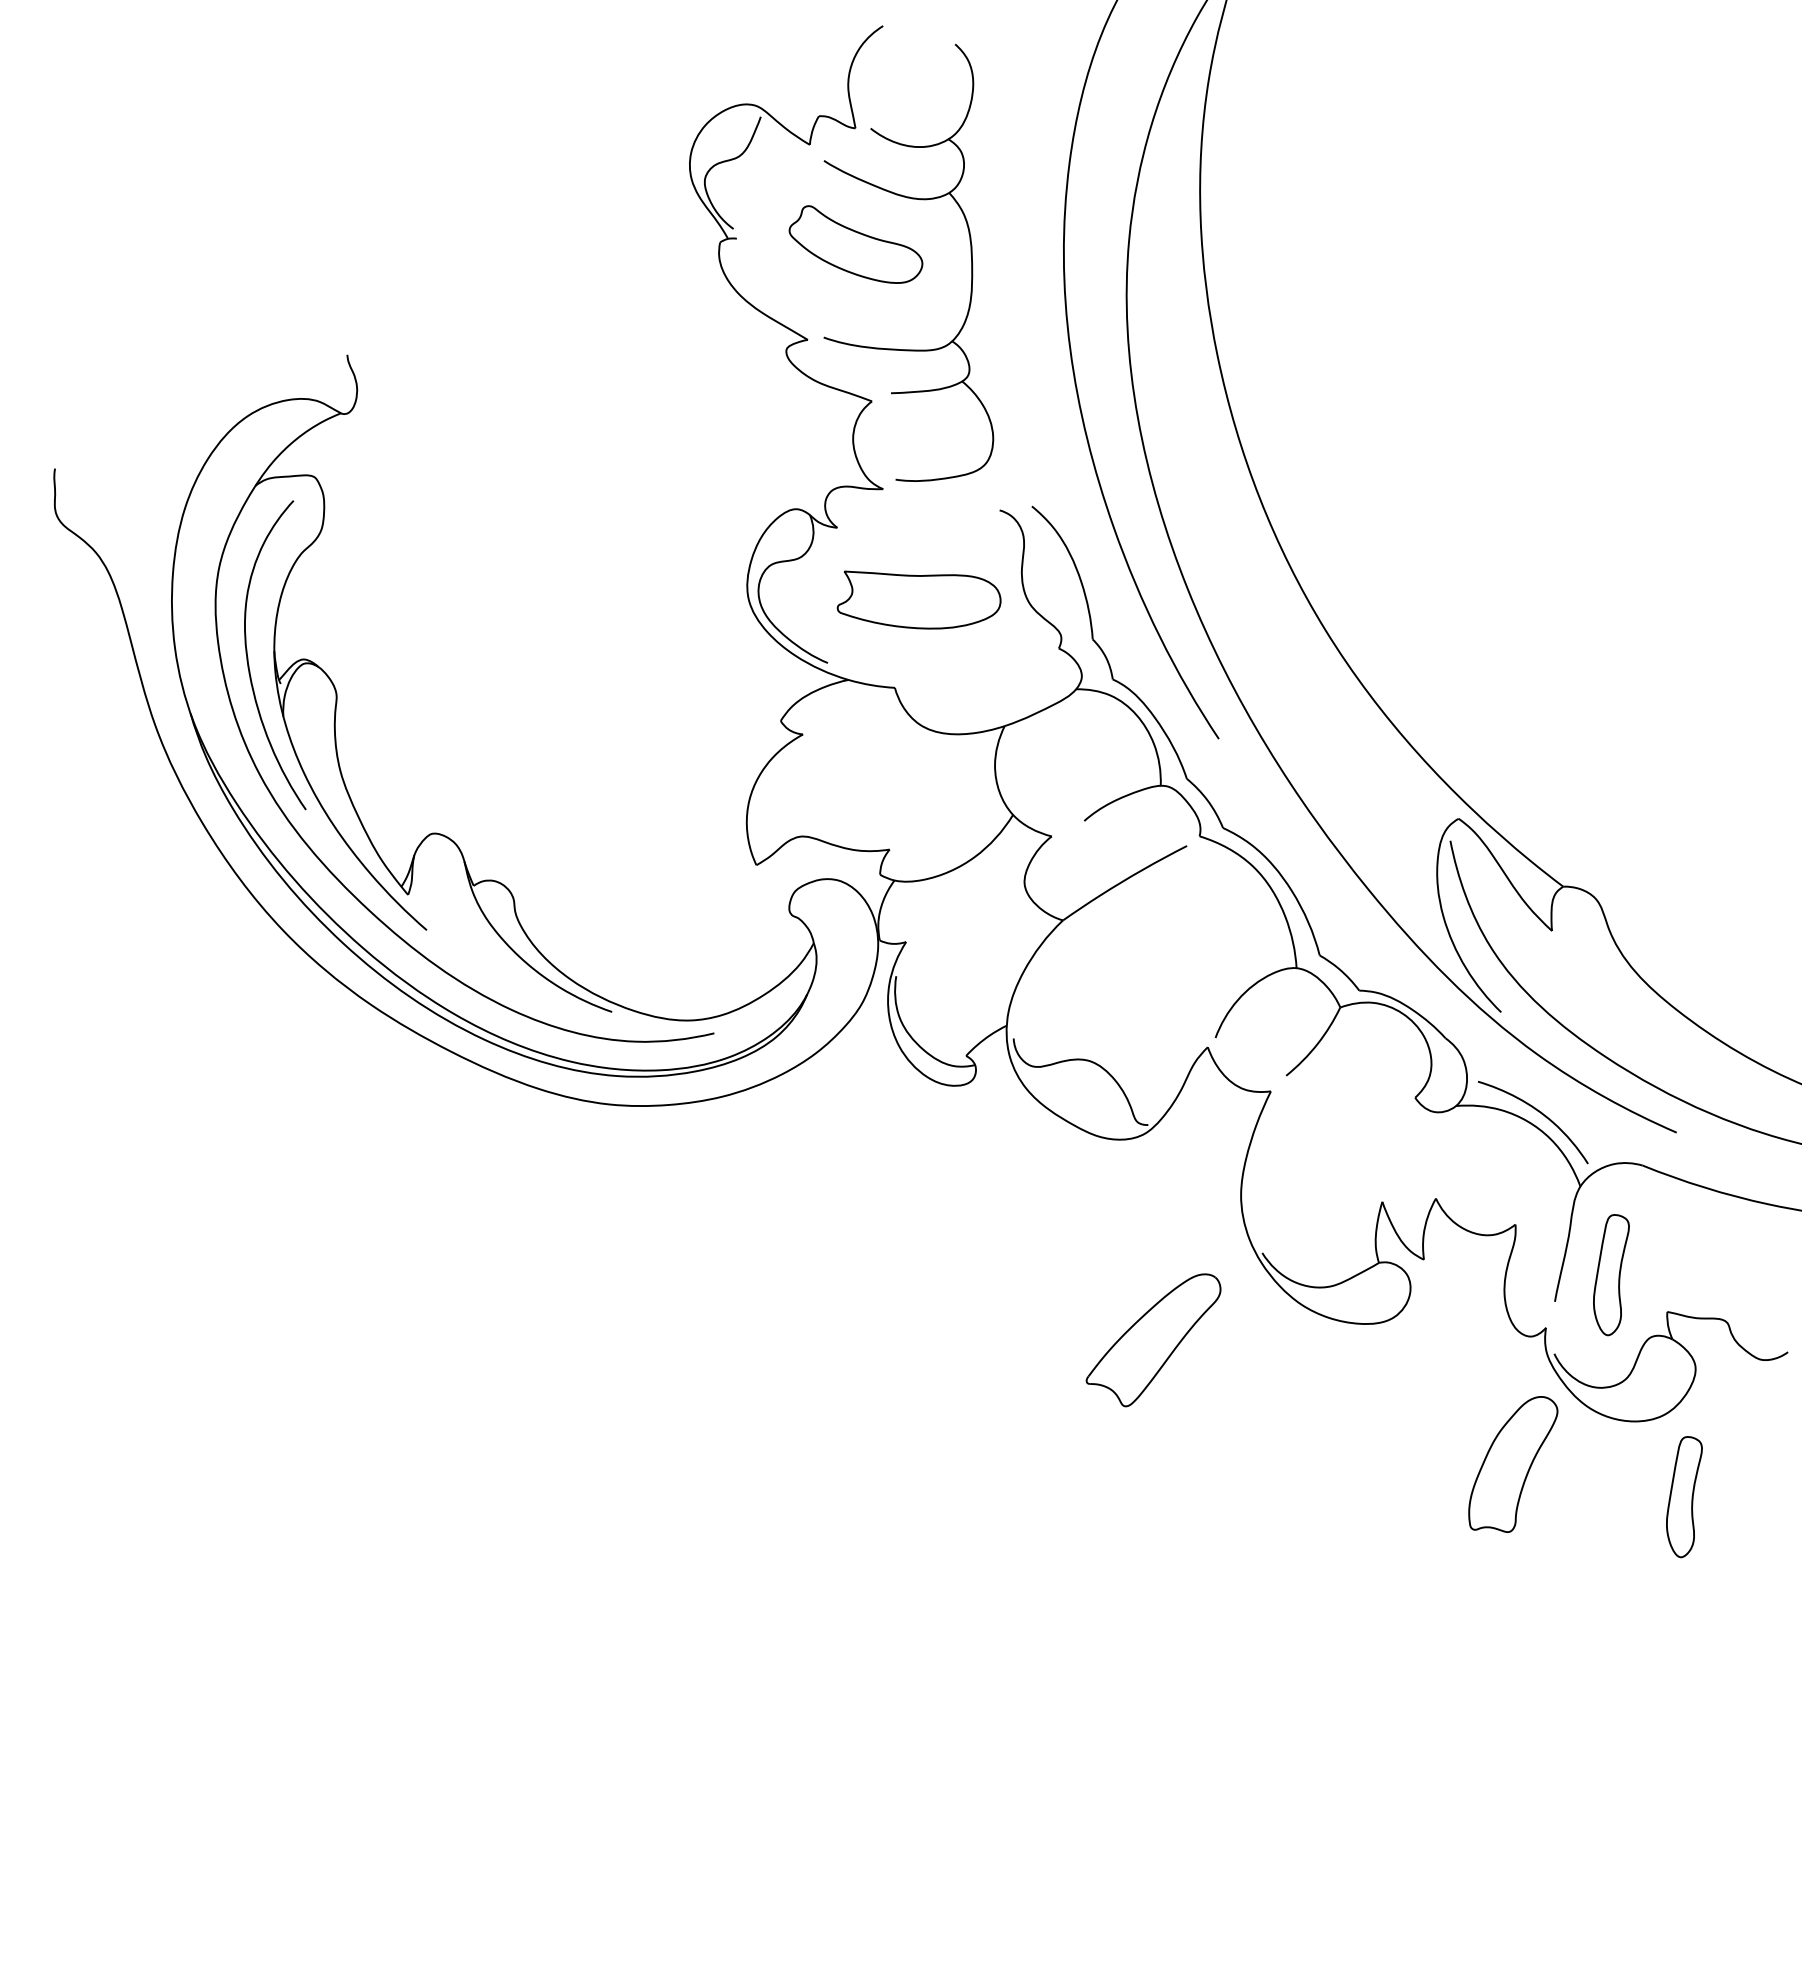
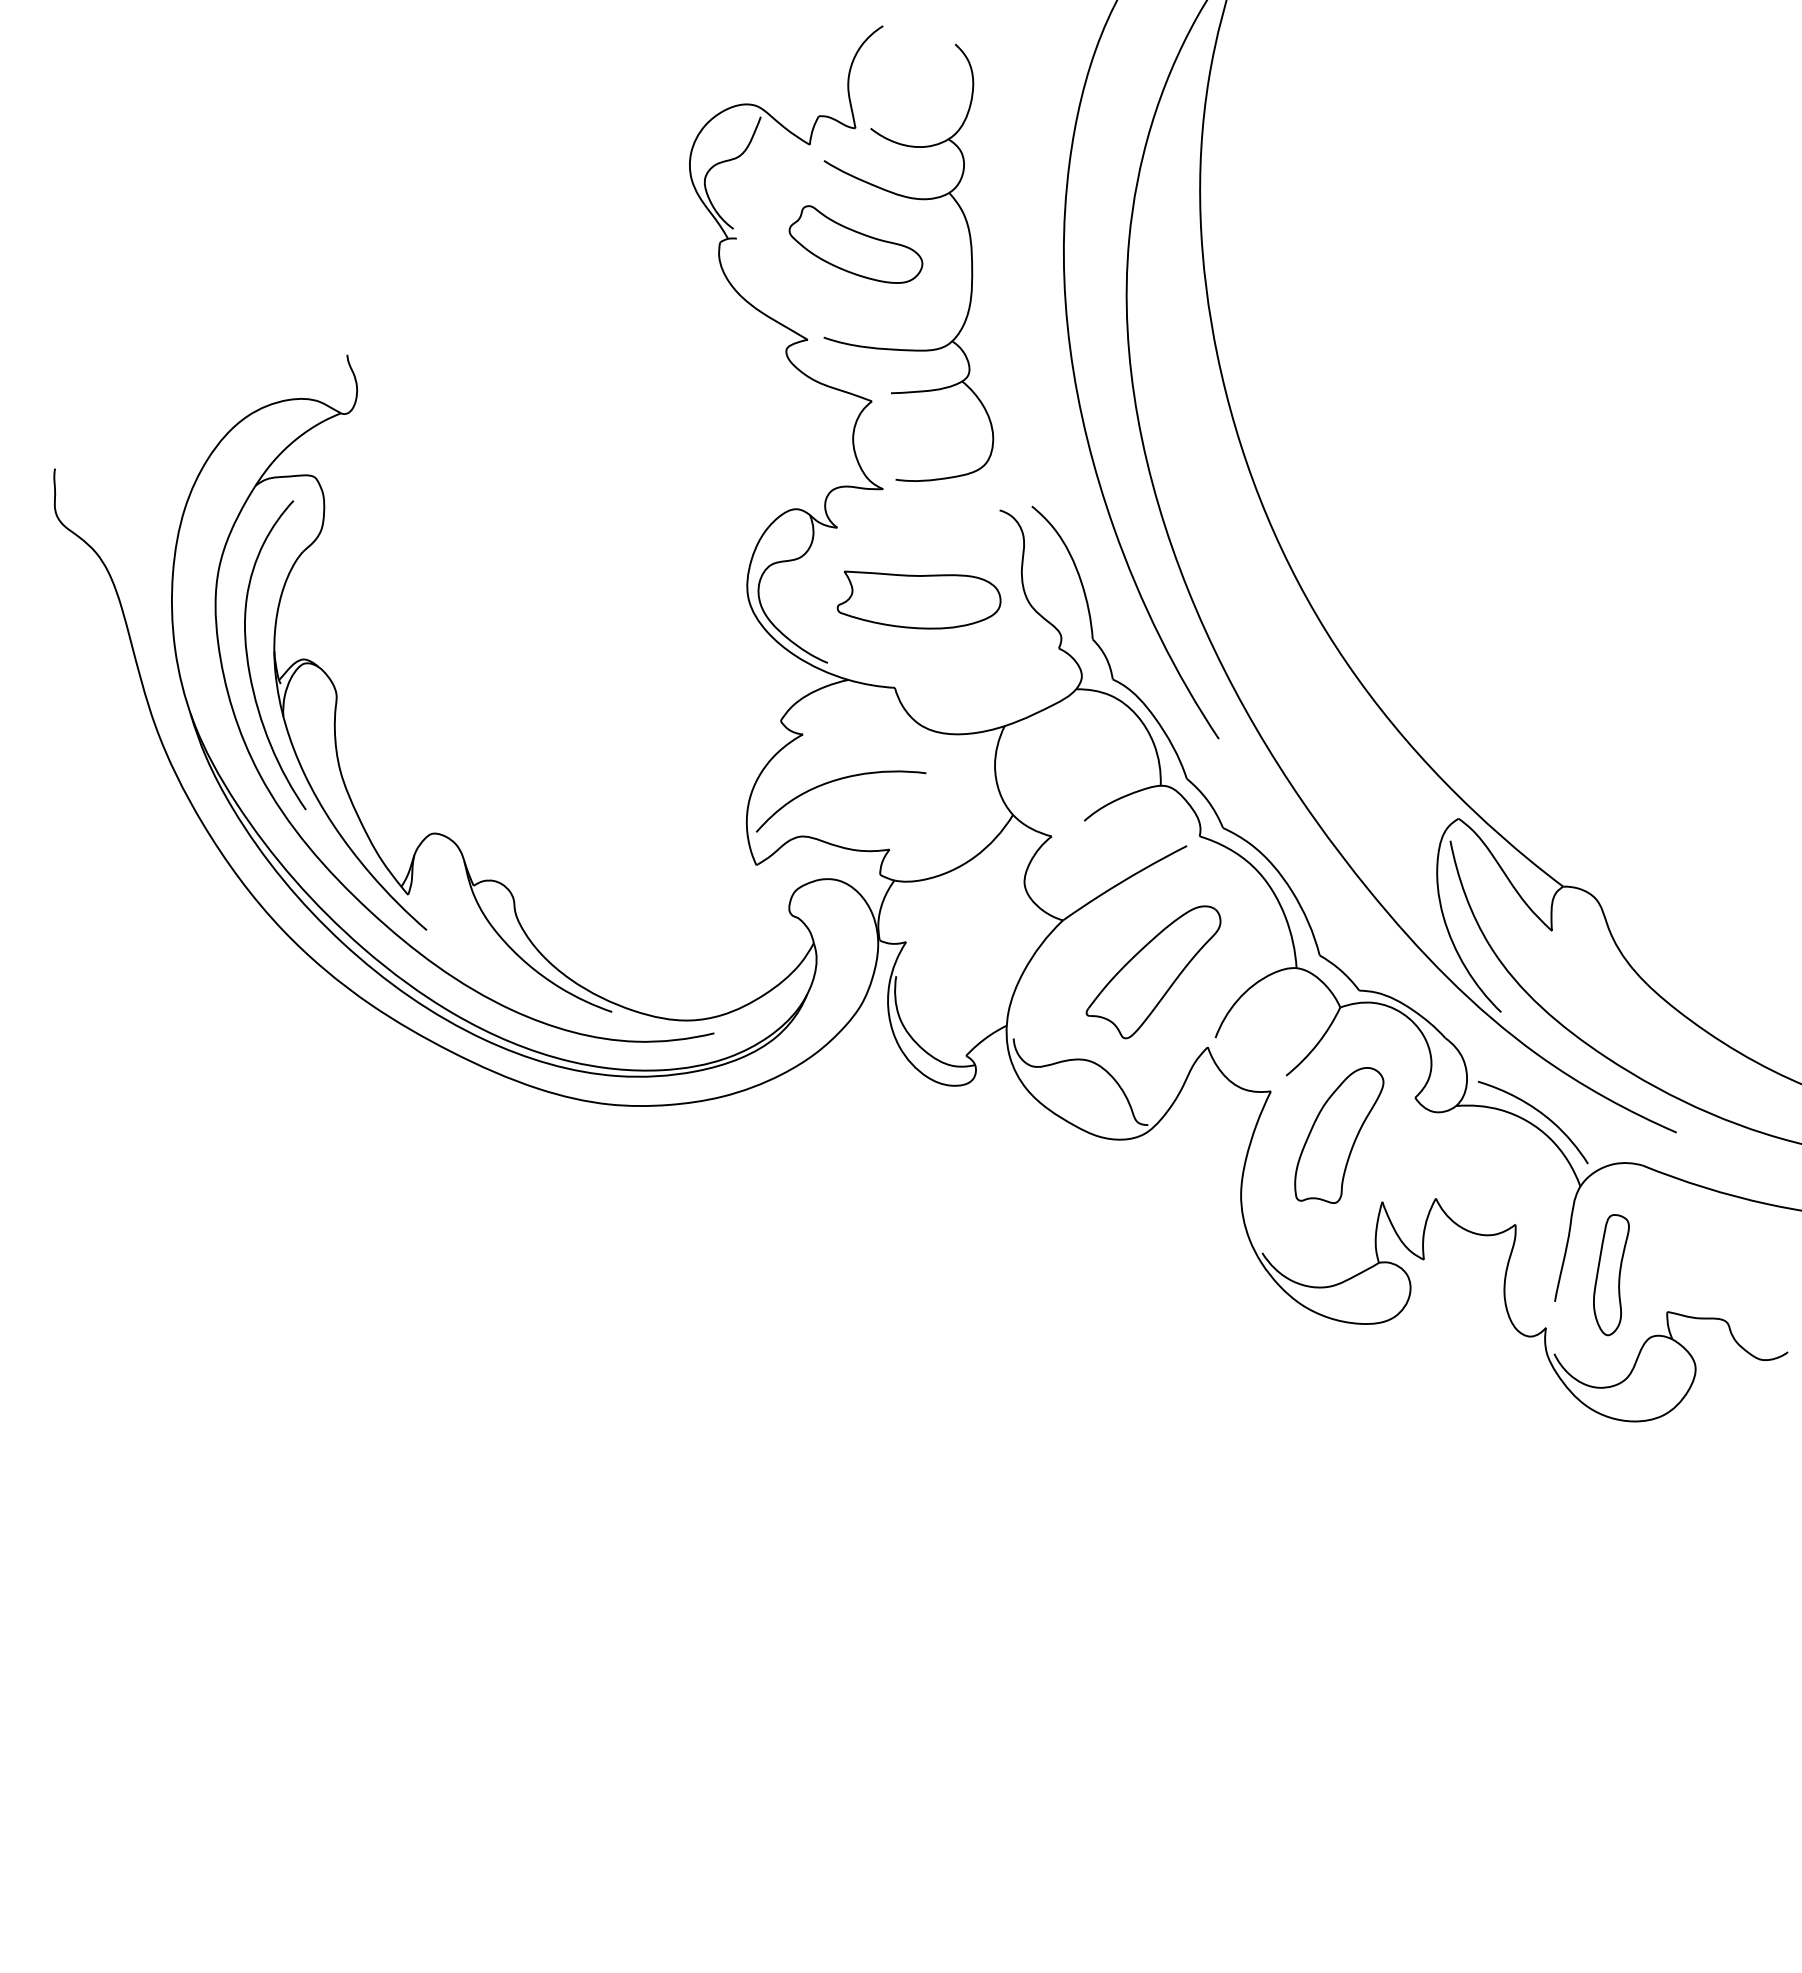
curve at (835, 781): none -> present
part at (1153, 1340) position: (1153, 1340) -> (1153, 972)
part at (1513, 1464) position: (1513, 1464) -> (1339, 1135)
part at (1684, 1497): present -> none
